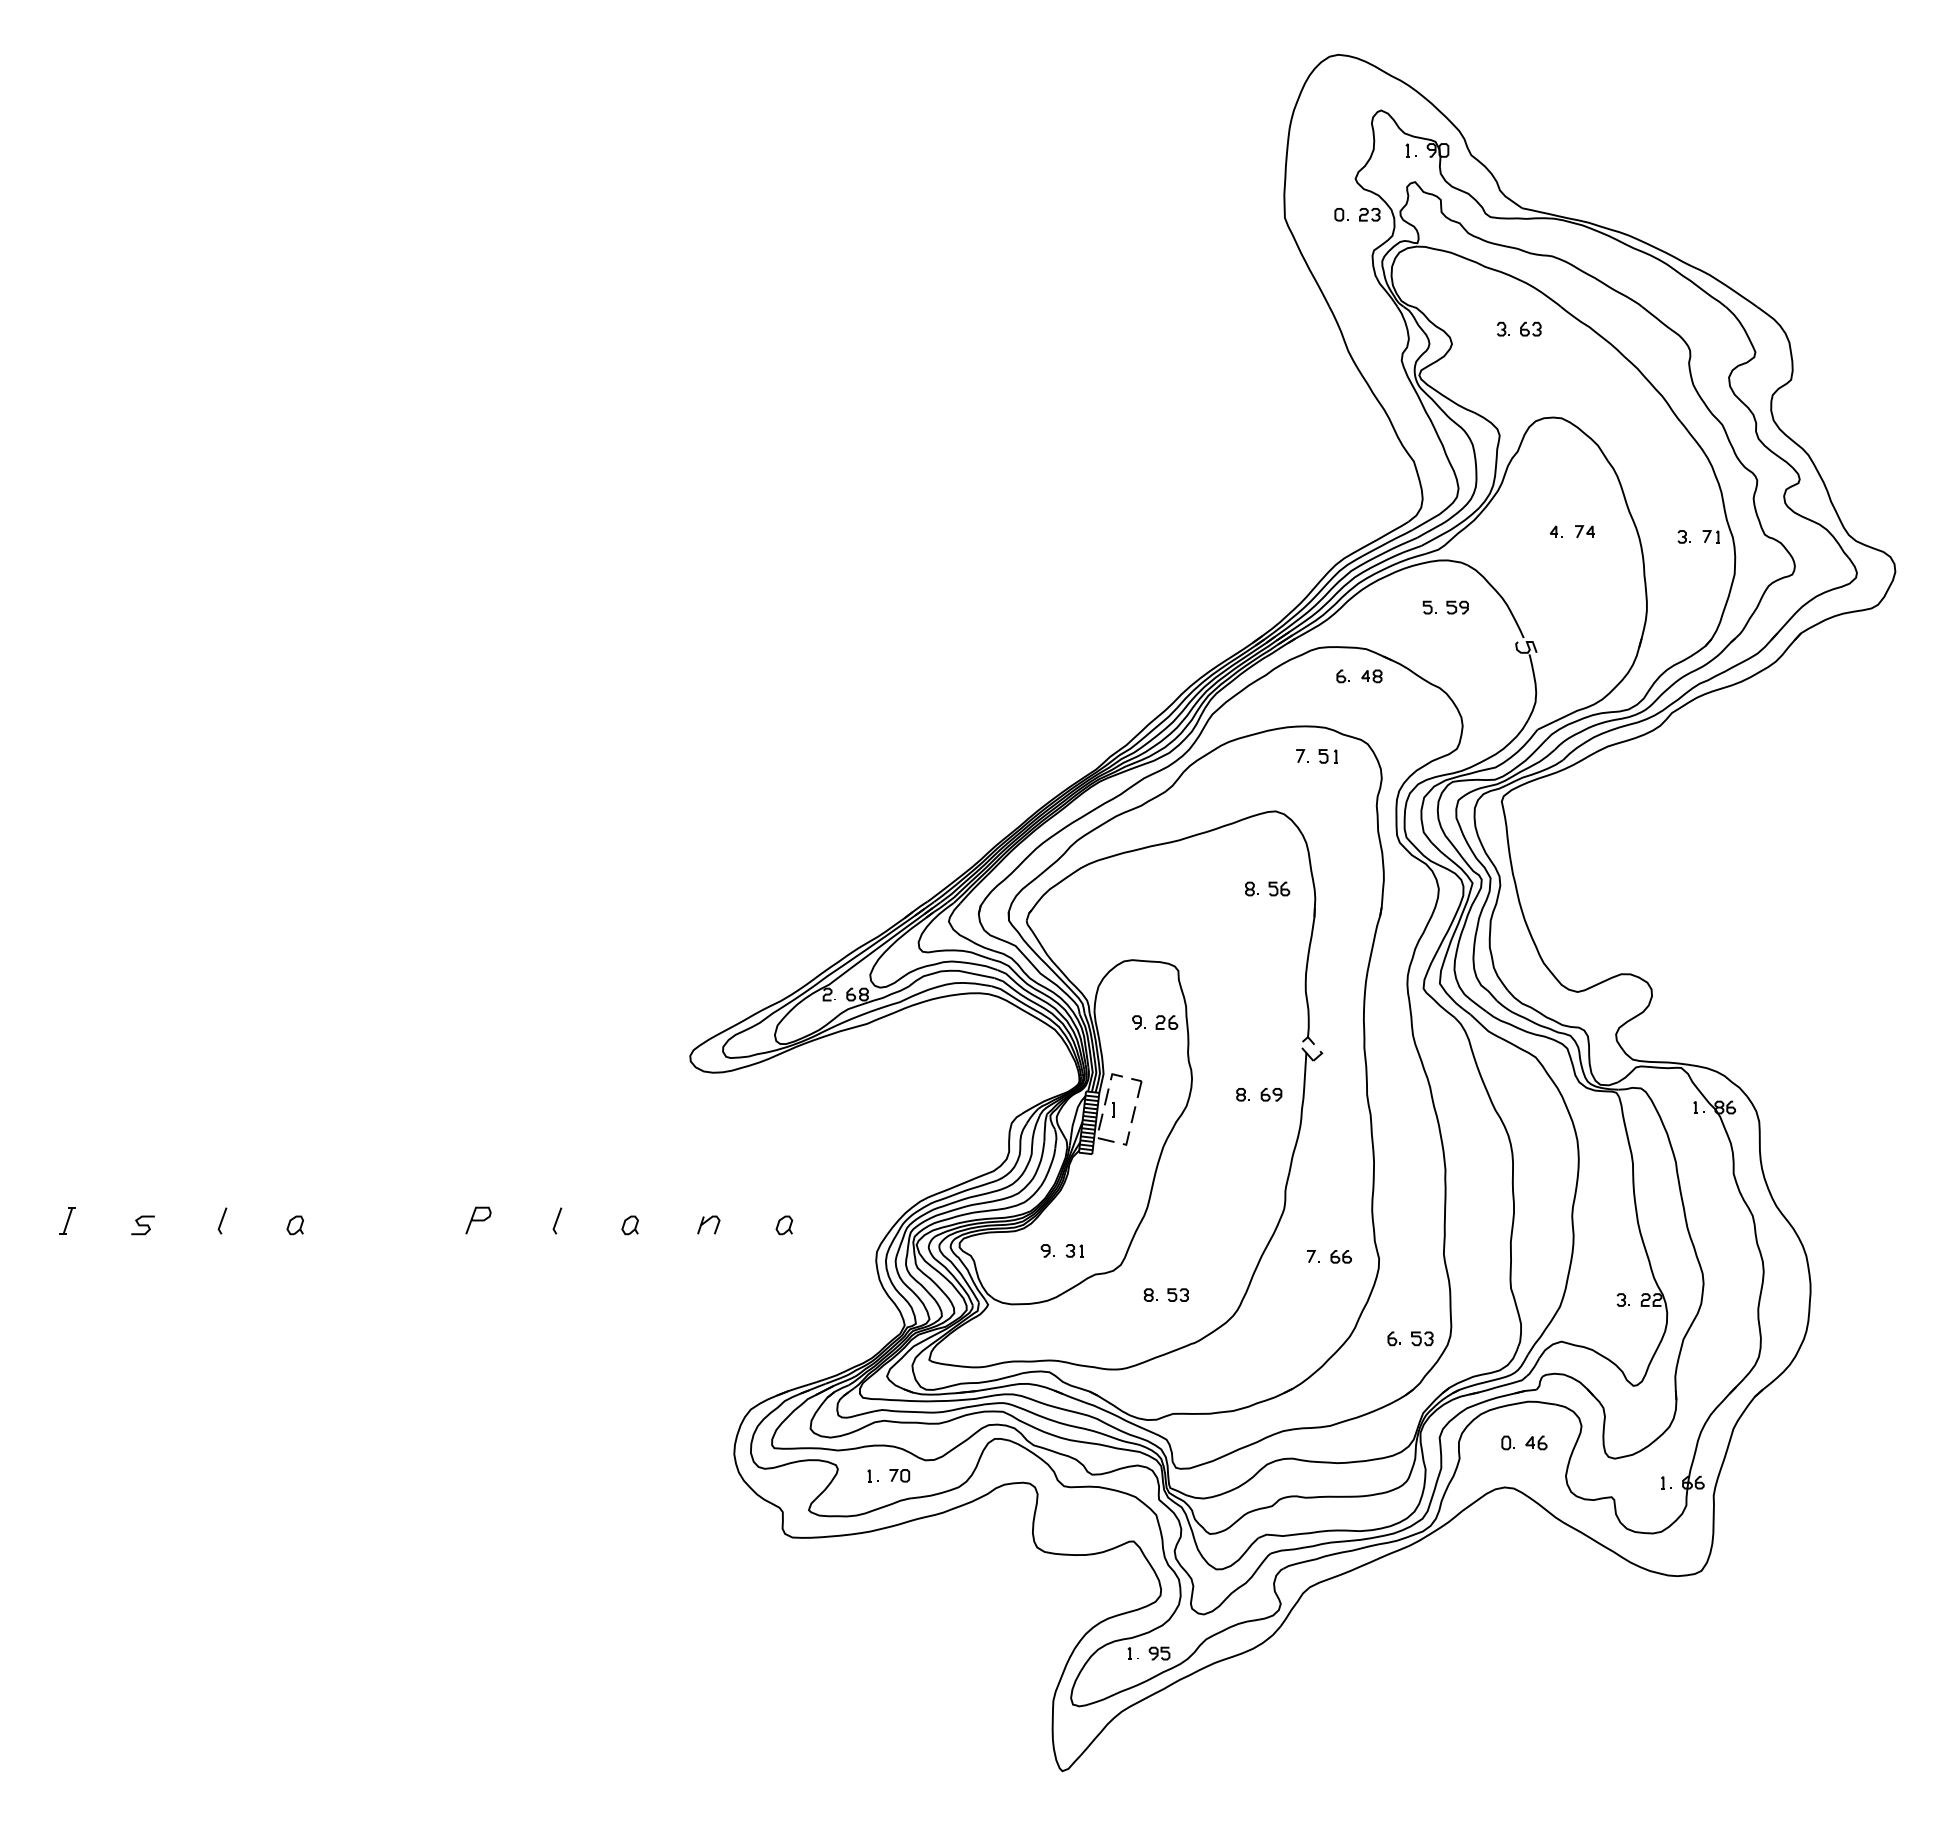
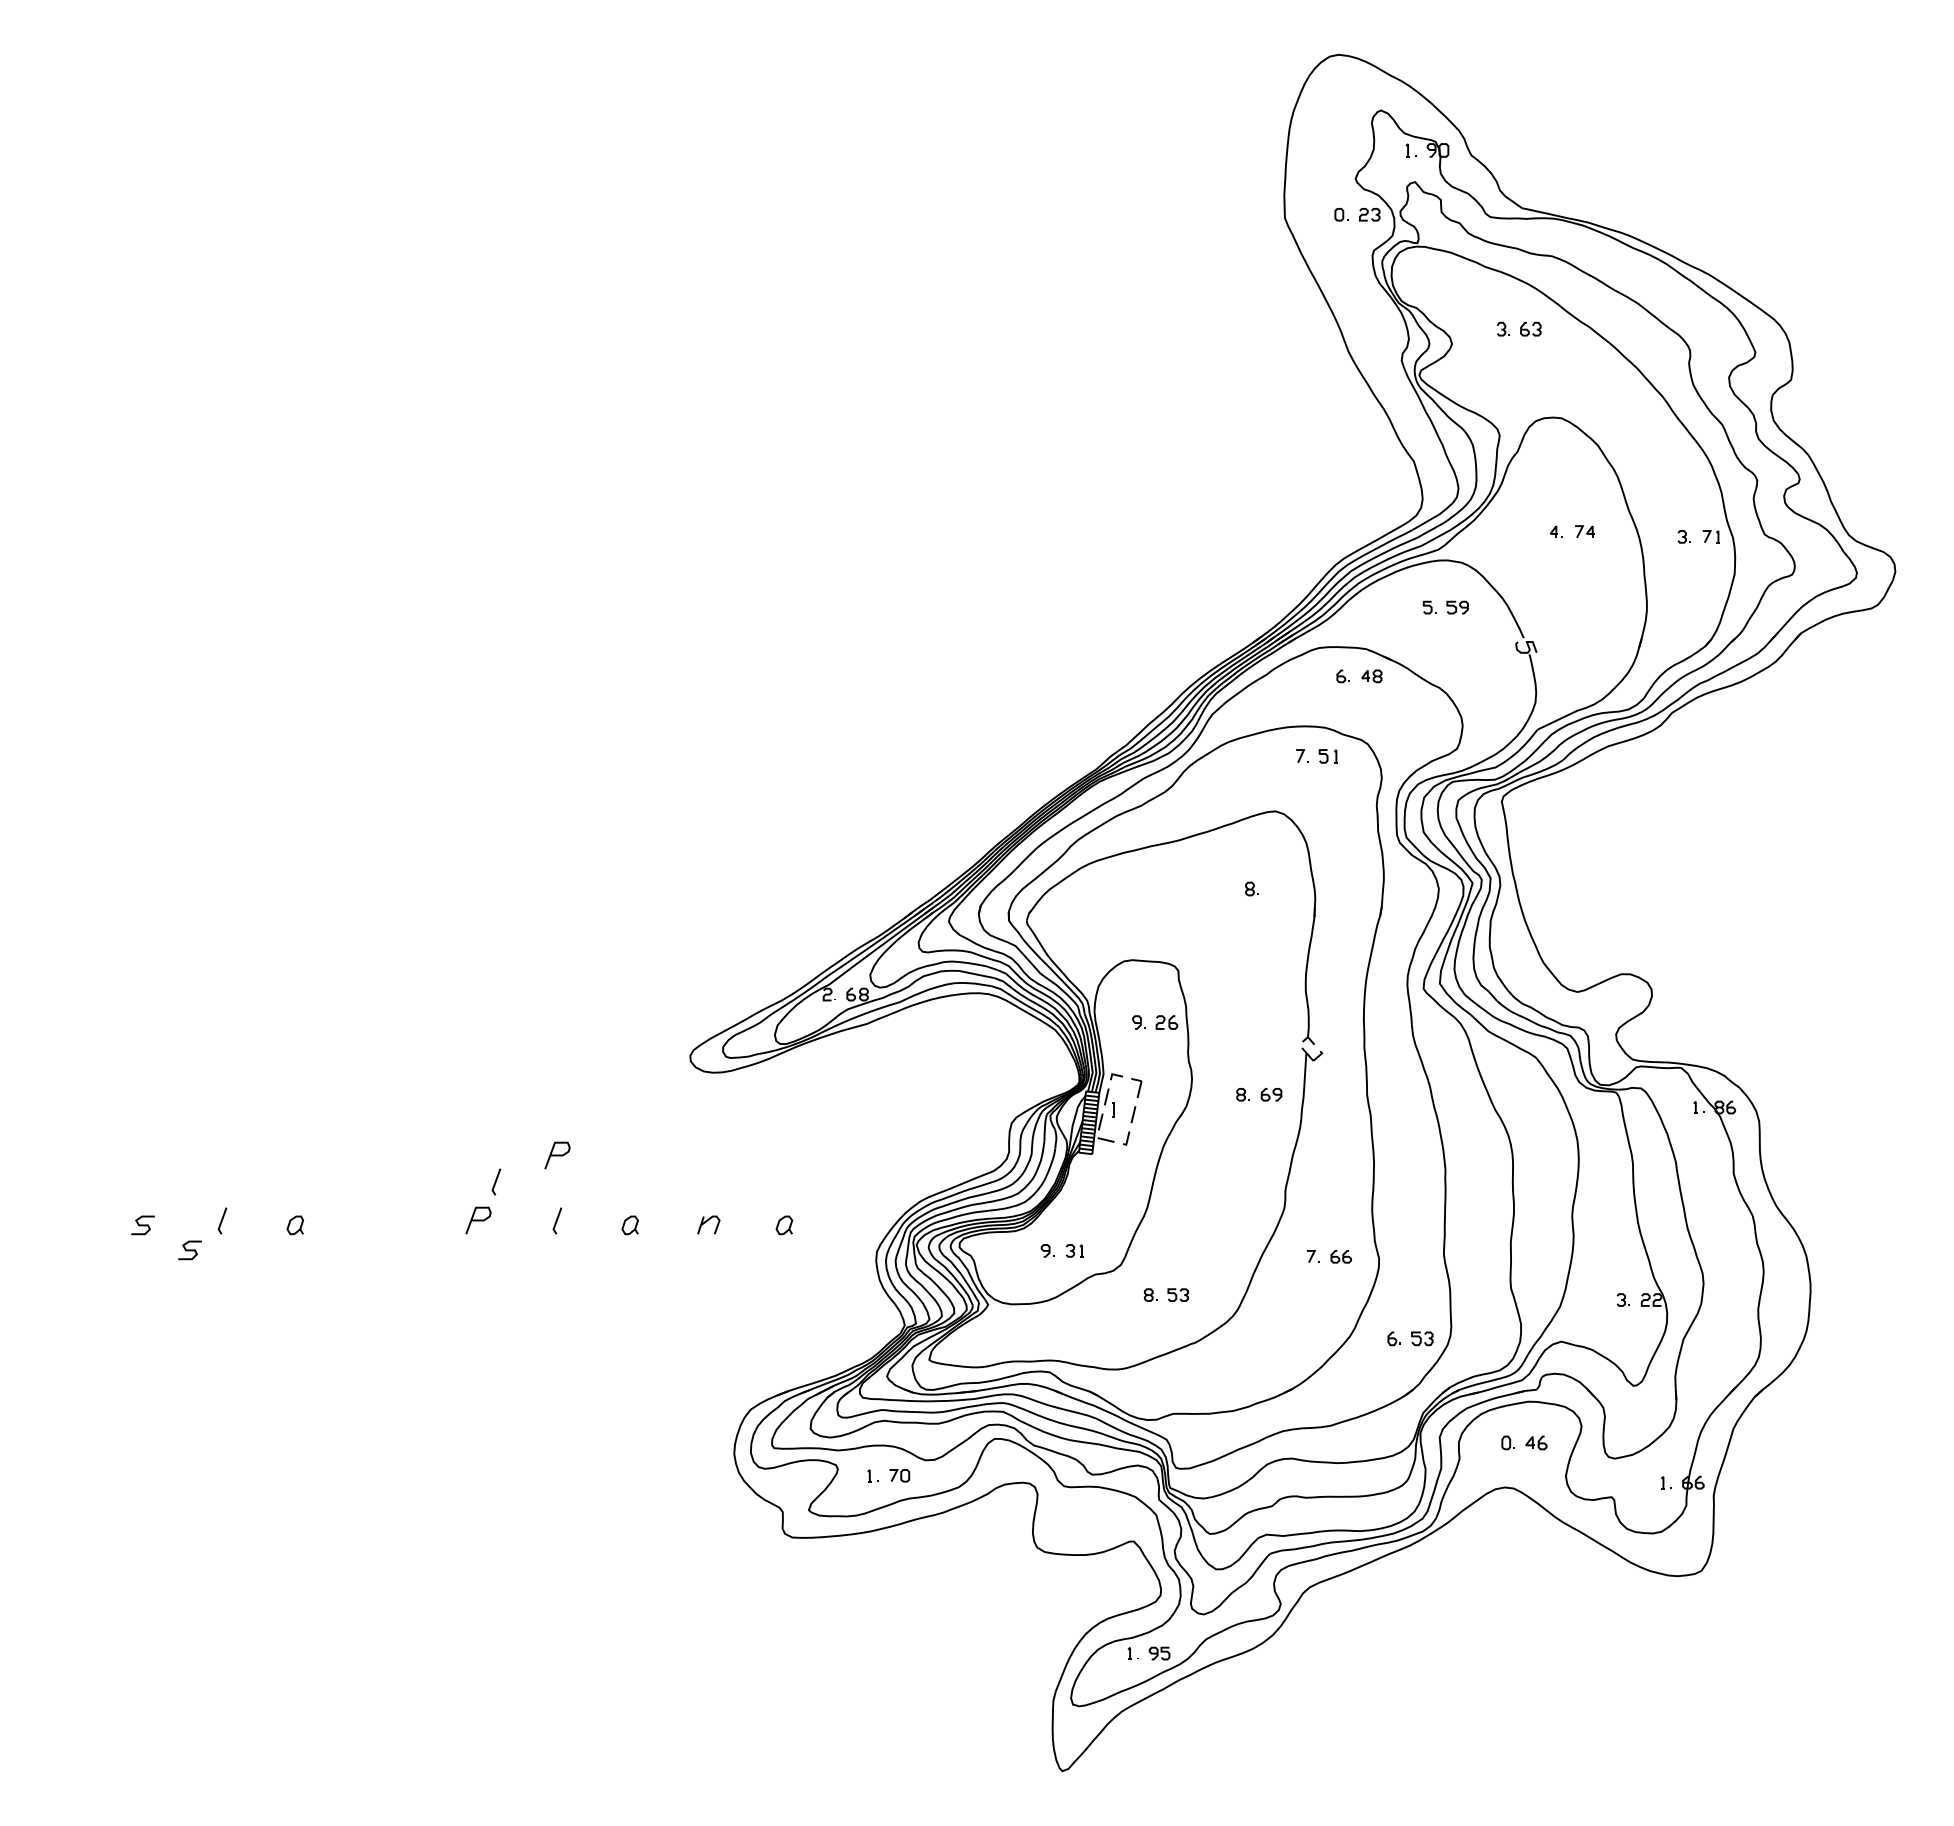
part at (1279, 888): present -> none
part at (557, 1155): none -> present
line at (496, 1181): none -> present
part at (67, 1220): present -> none
curve at (189, 1250): none -> present
